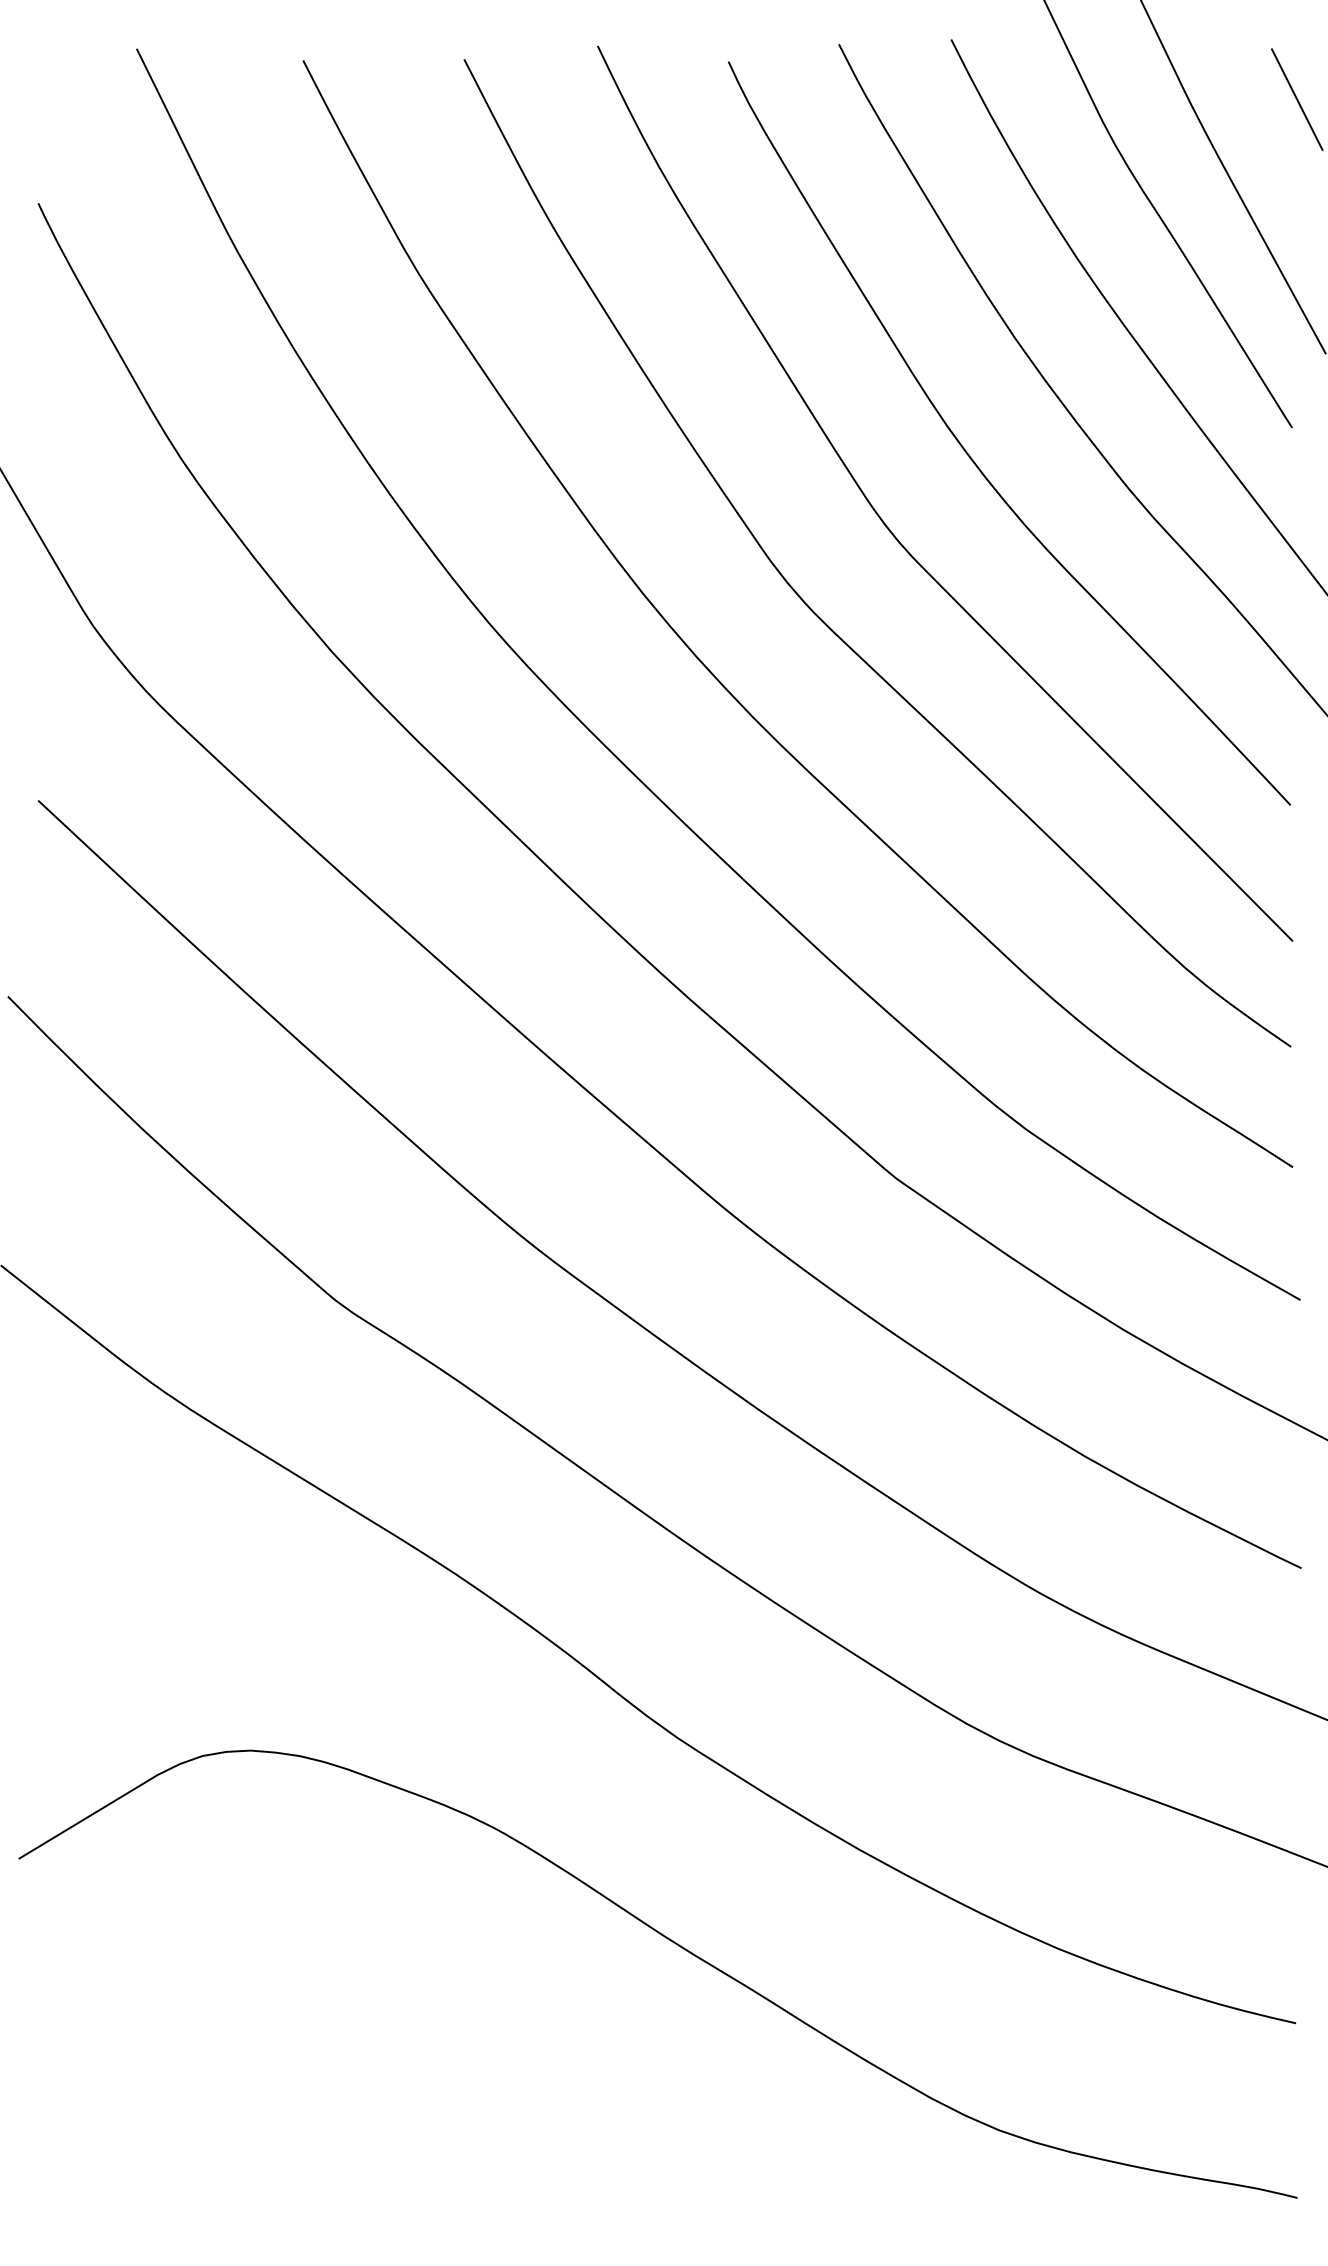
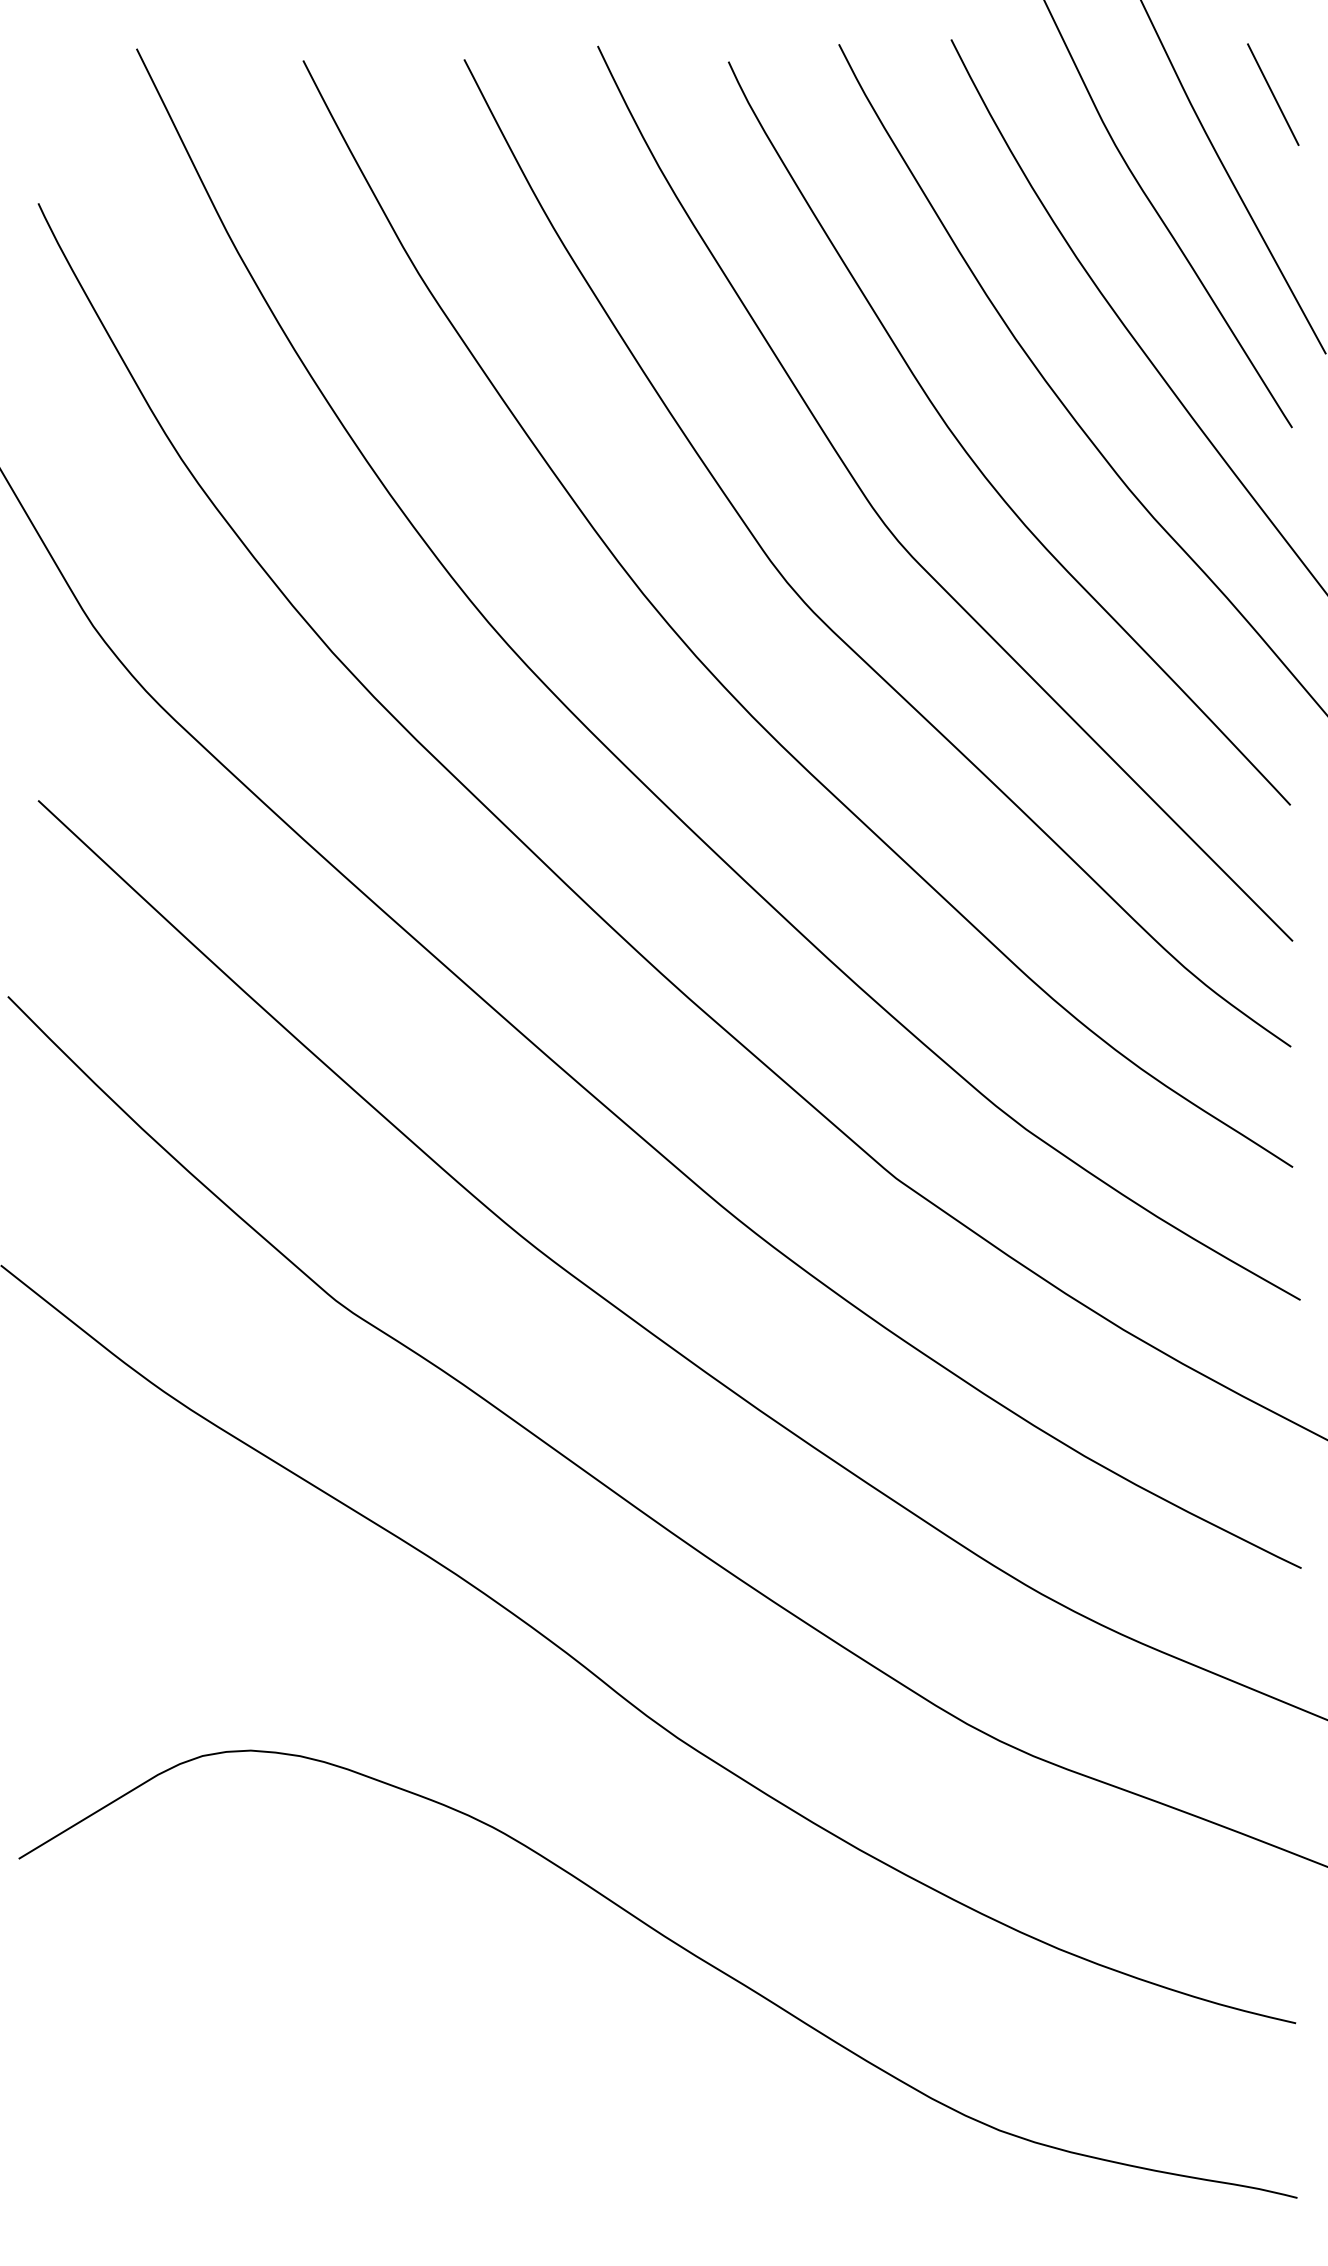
line at (1297, 99) position: (1297, 99) -> (1273, 94)
